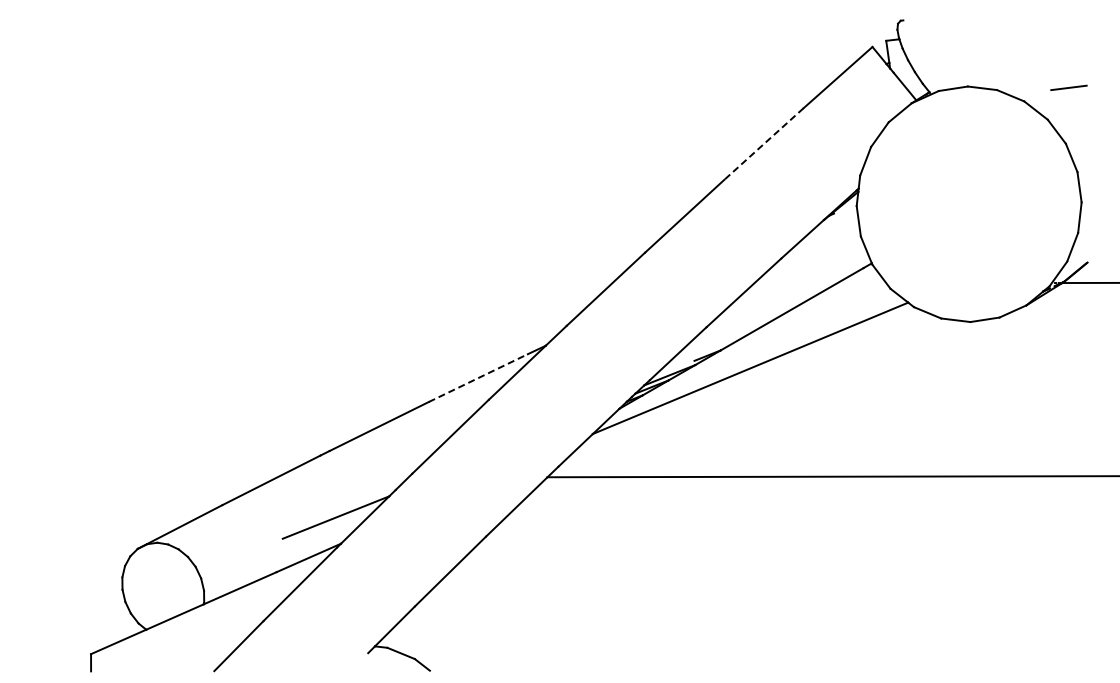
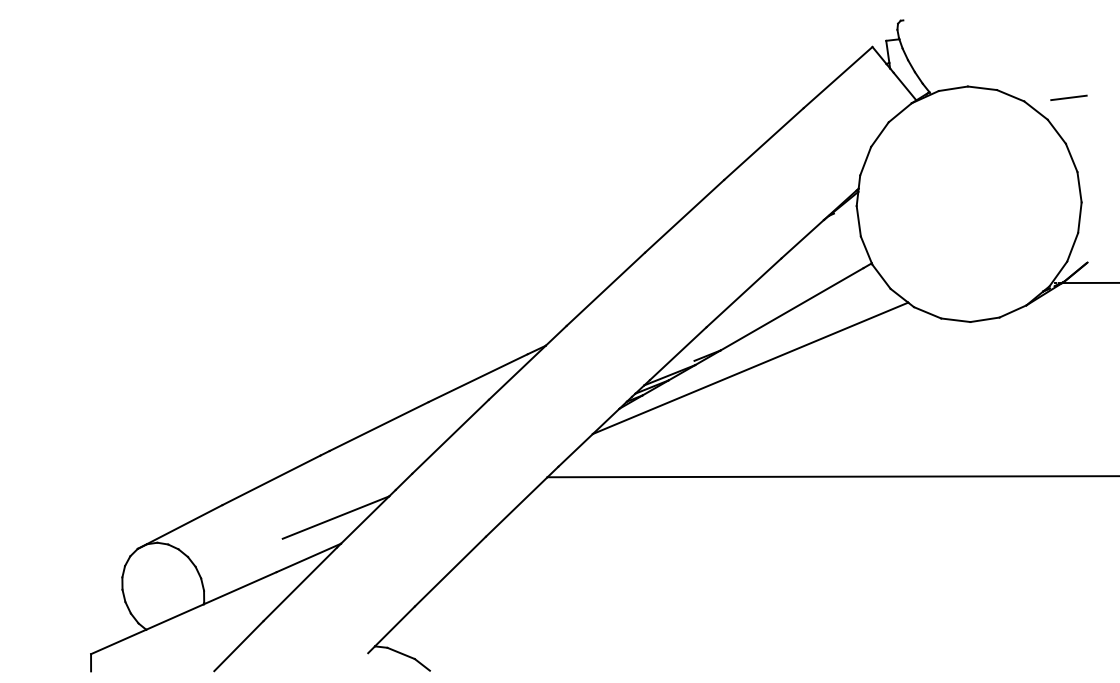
line at (1068, 87) position: (1068, 87) -> (1068, 97)
line at (763, 144): dashed -> solid
line at (478, 377): dashed -> solid
